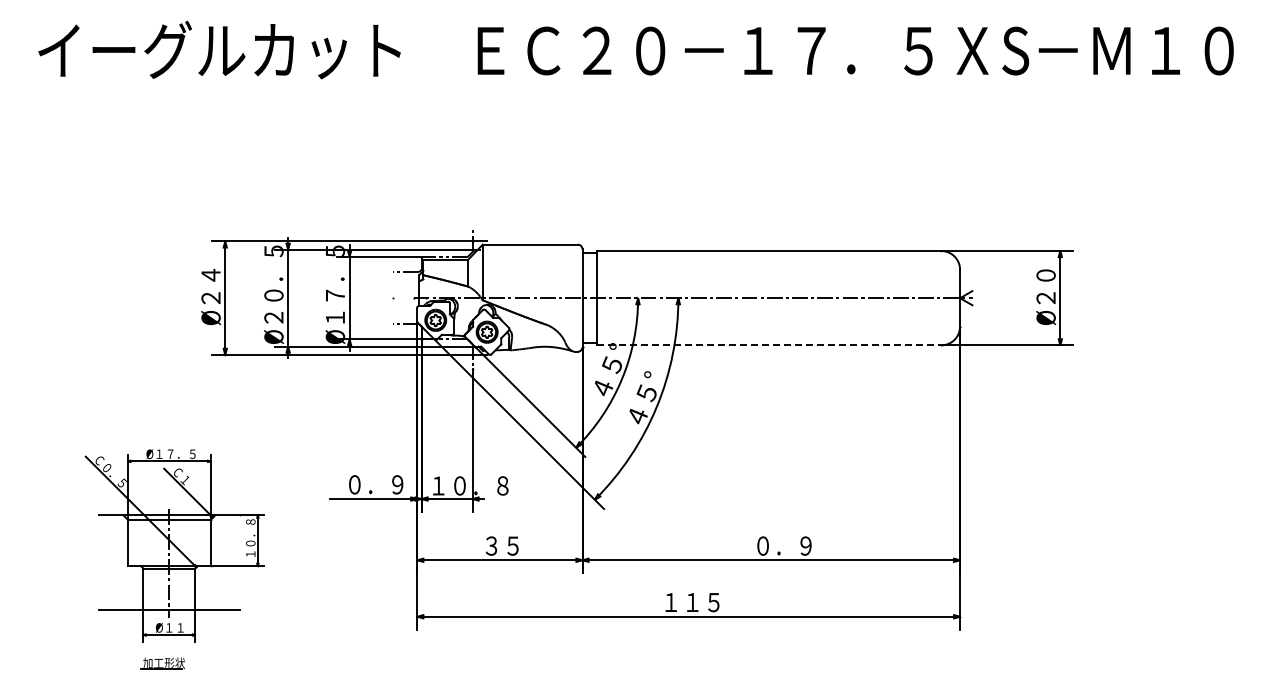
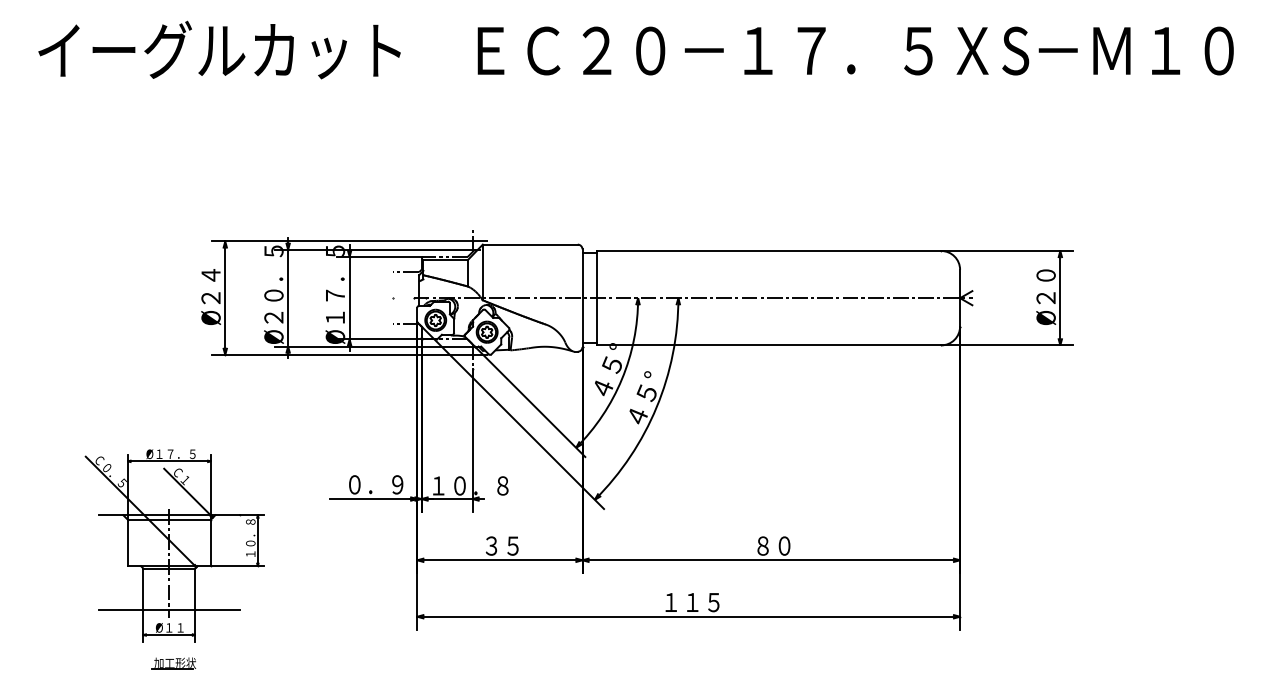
line at (769, 345): dashed -> solid
text at (784, 545): ０．９ -> ８０
part at (162, 663) position: (162, 663) -> (173, 663)
